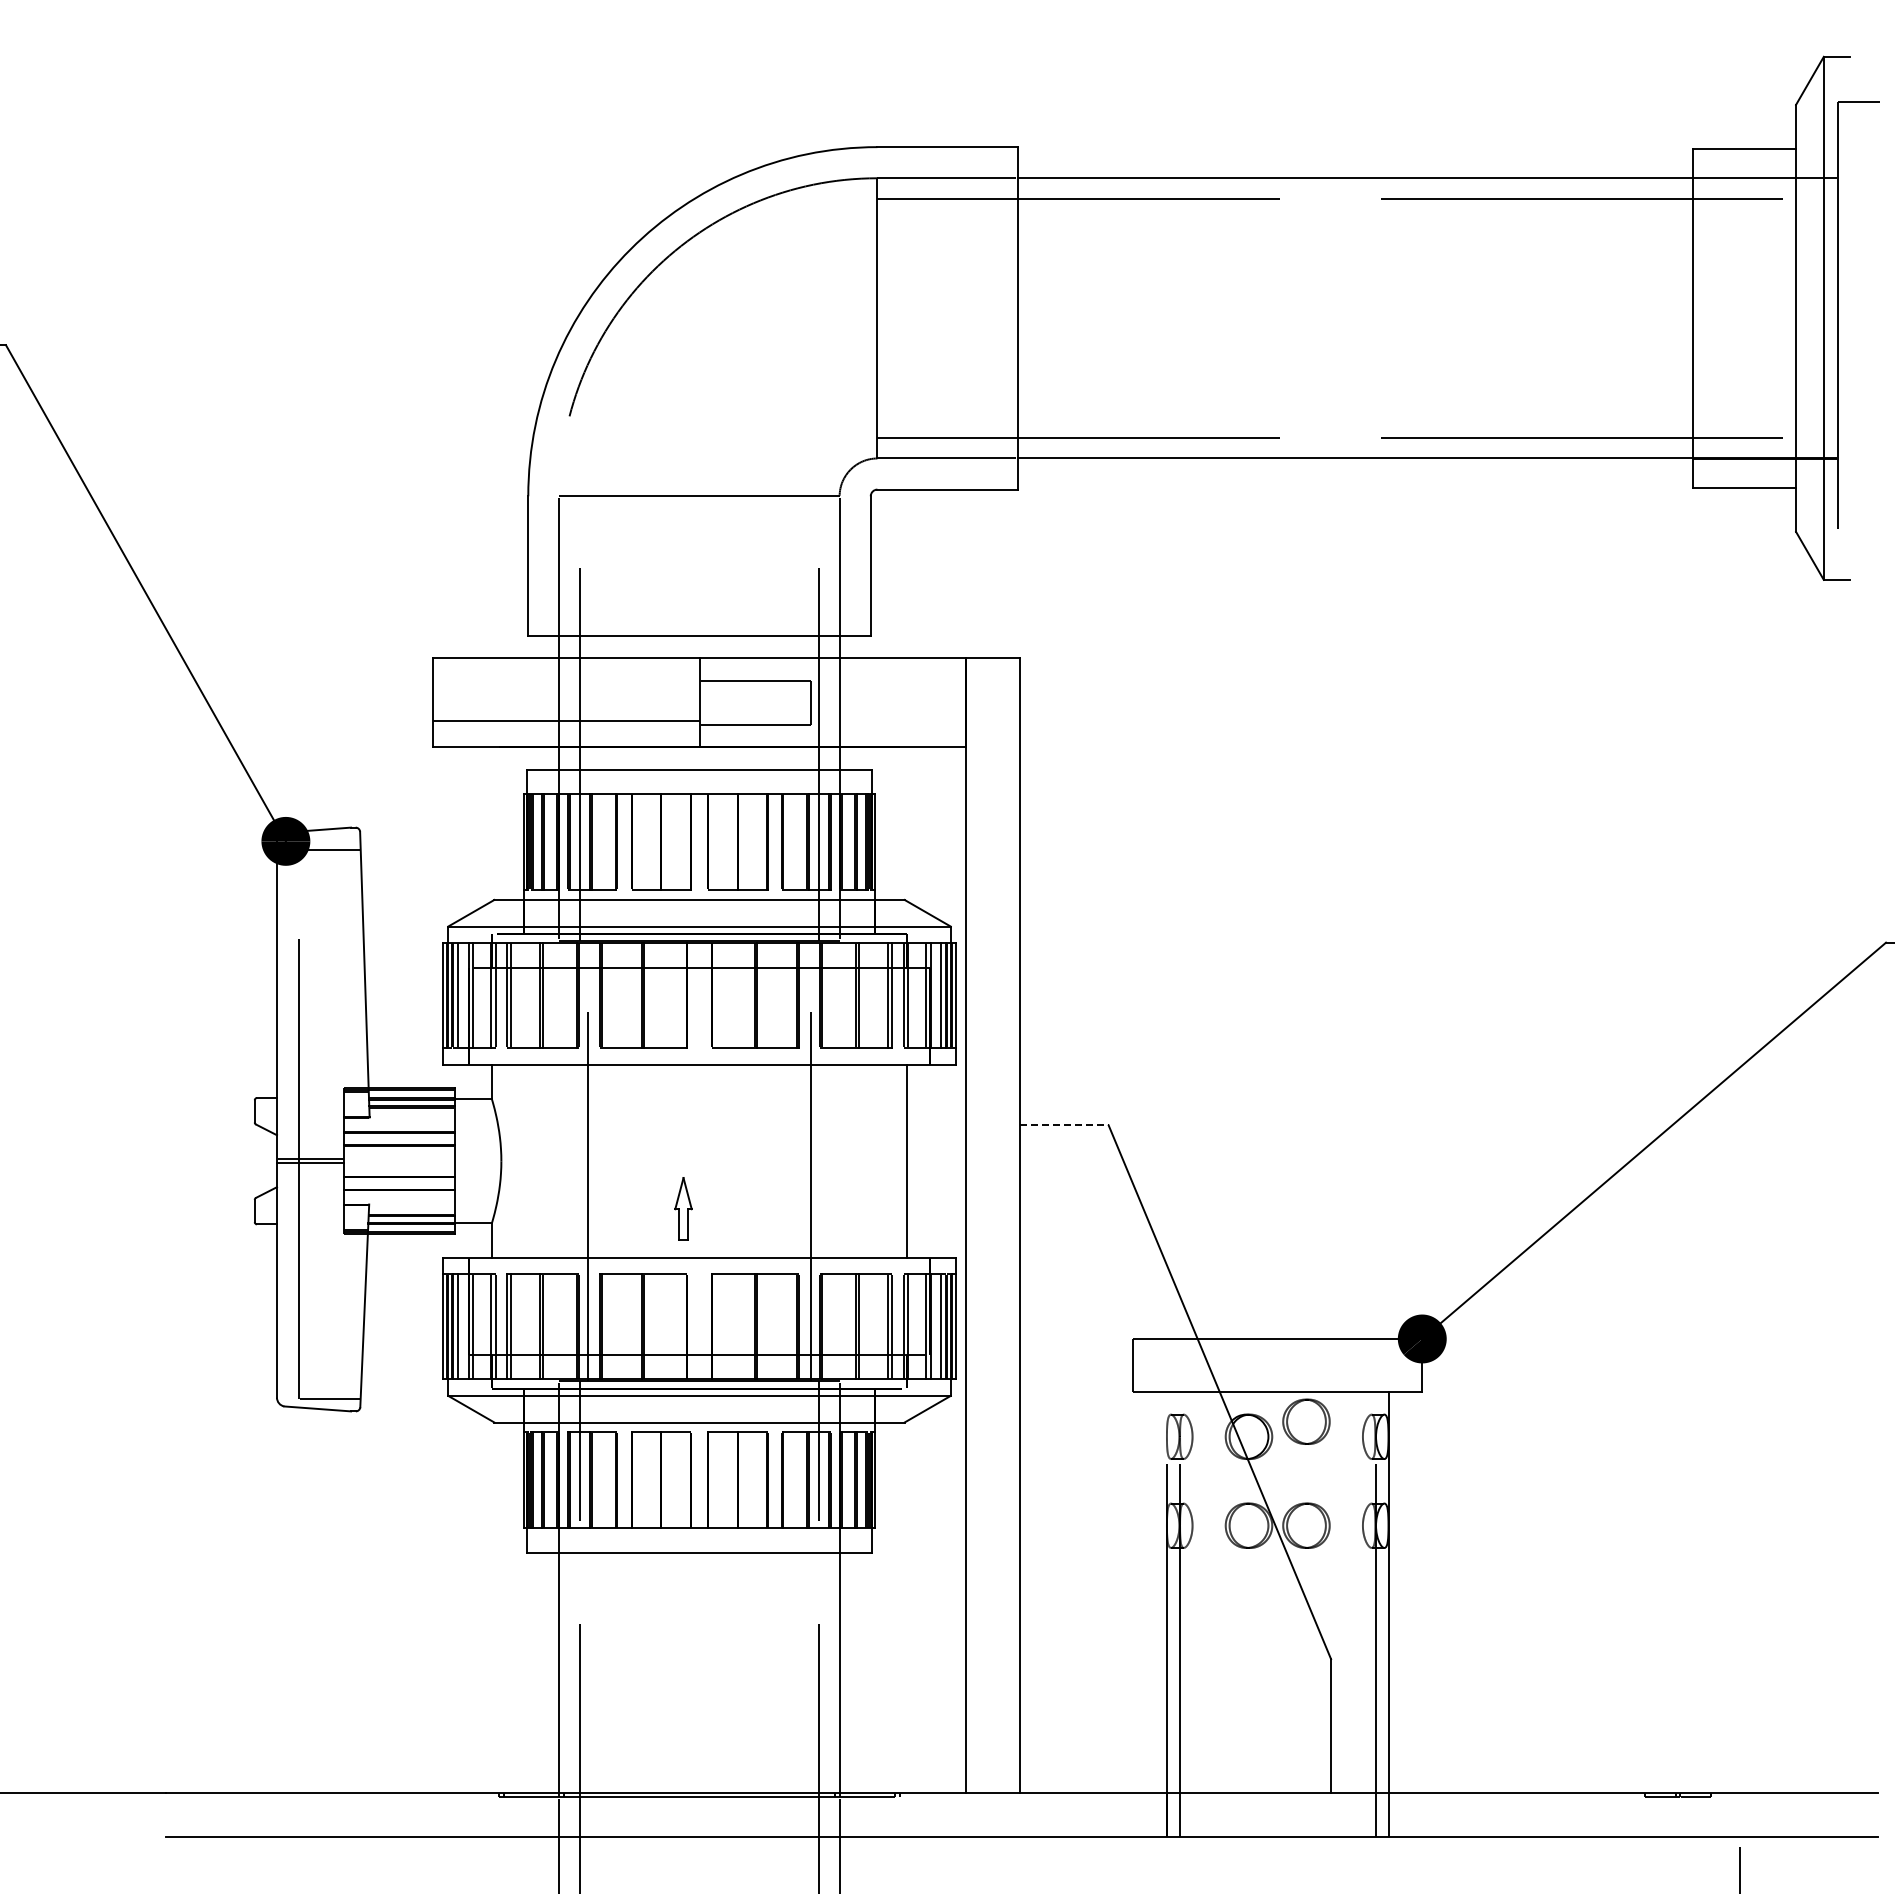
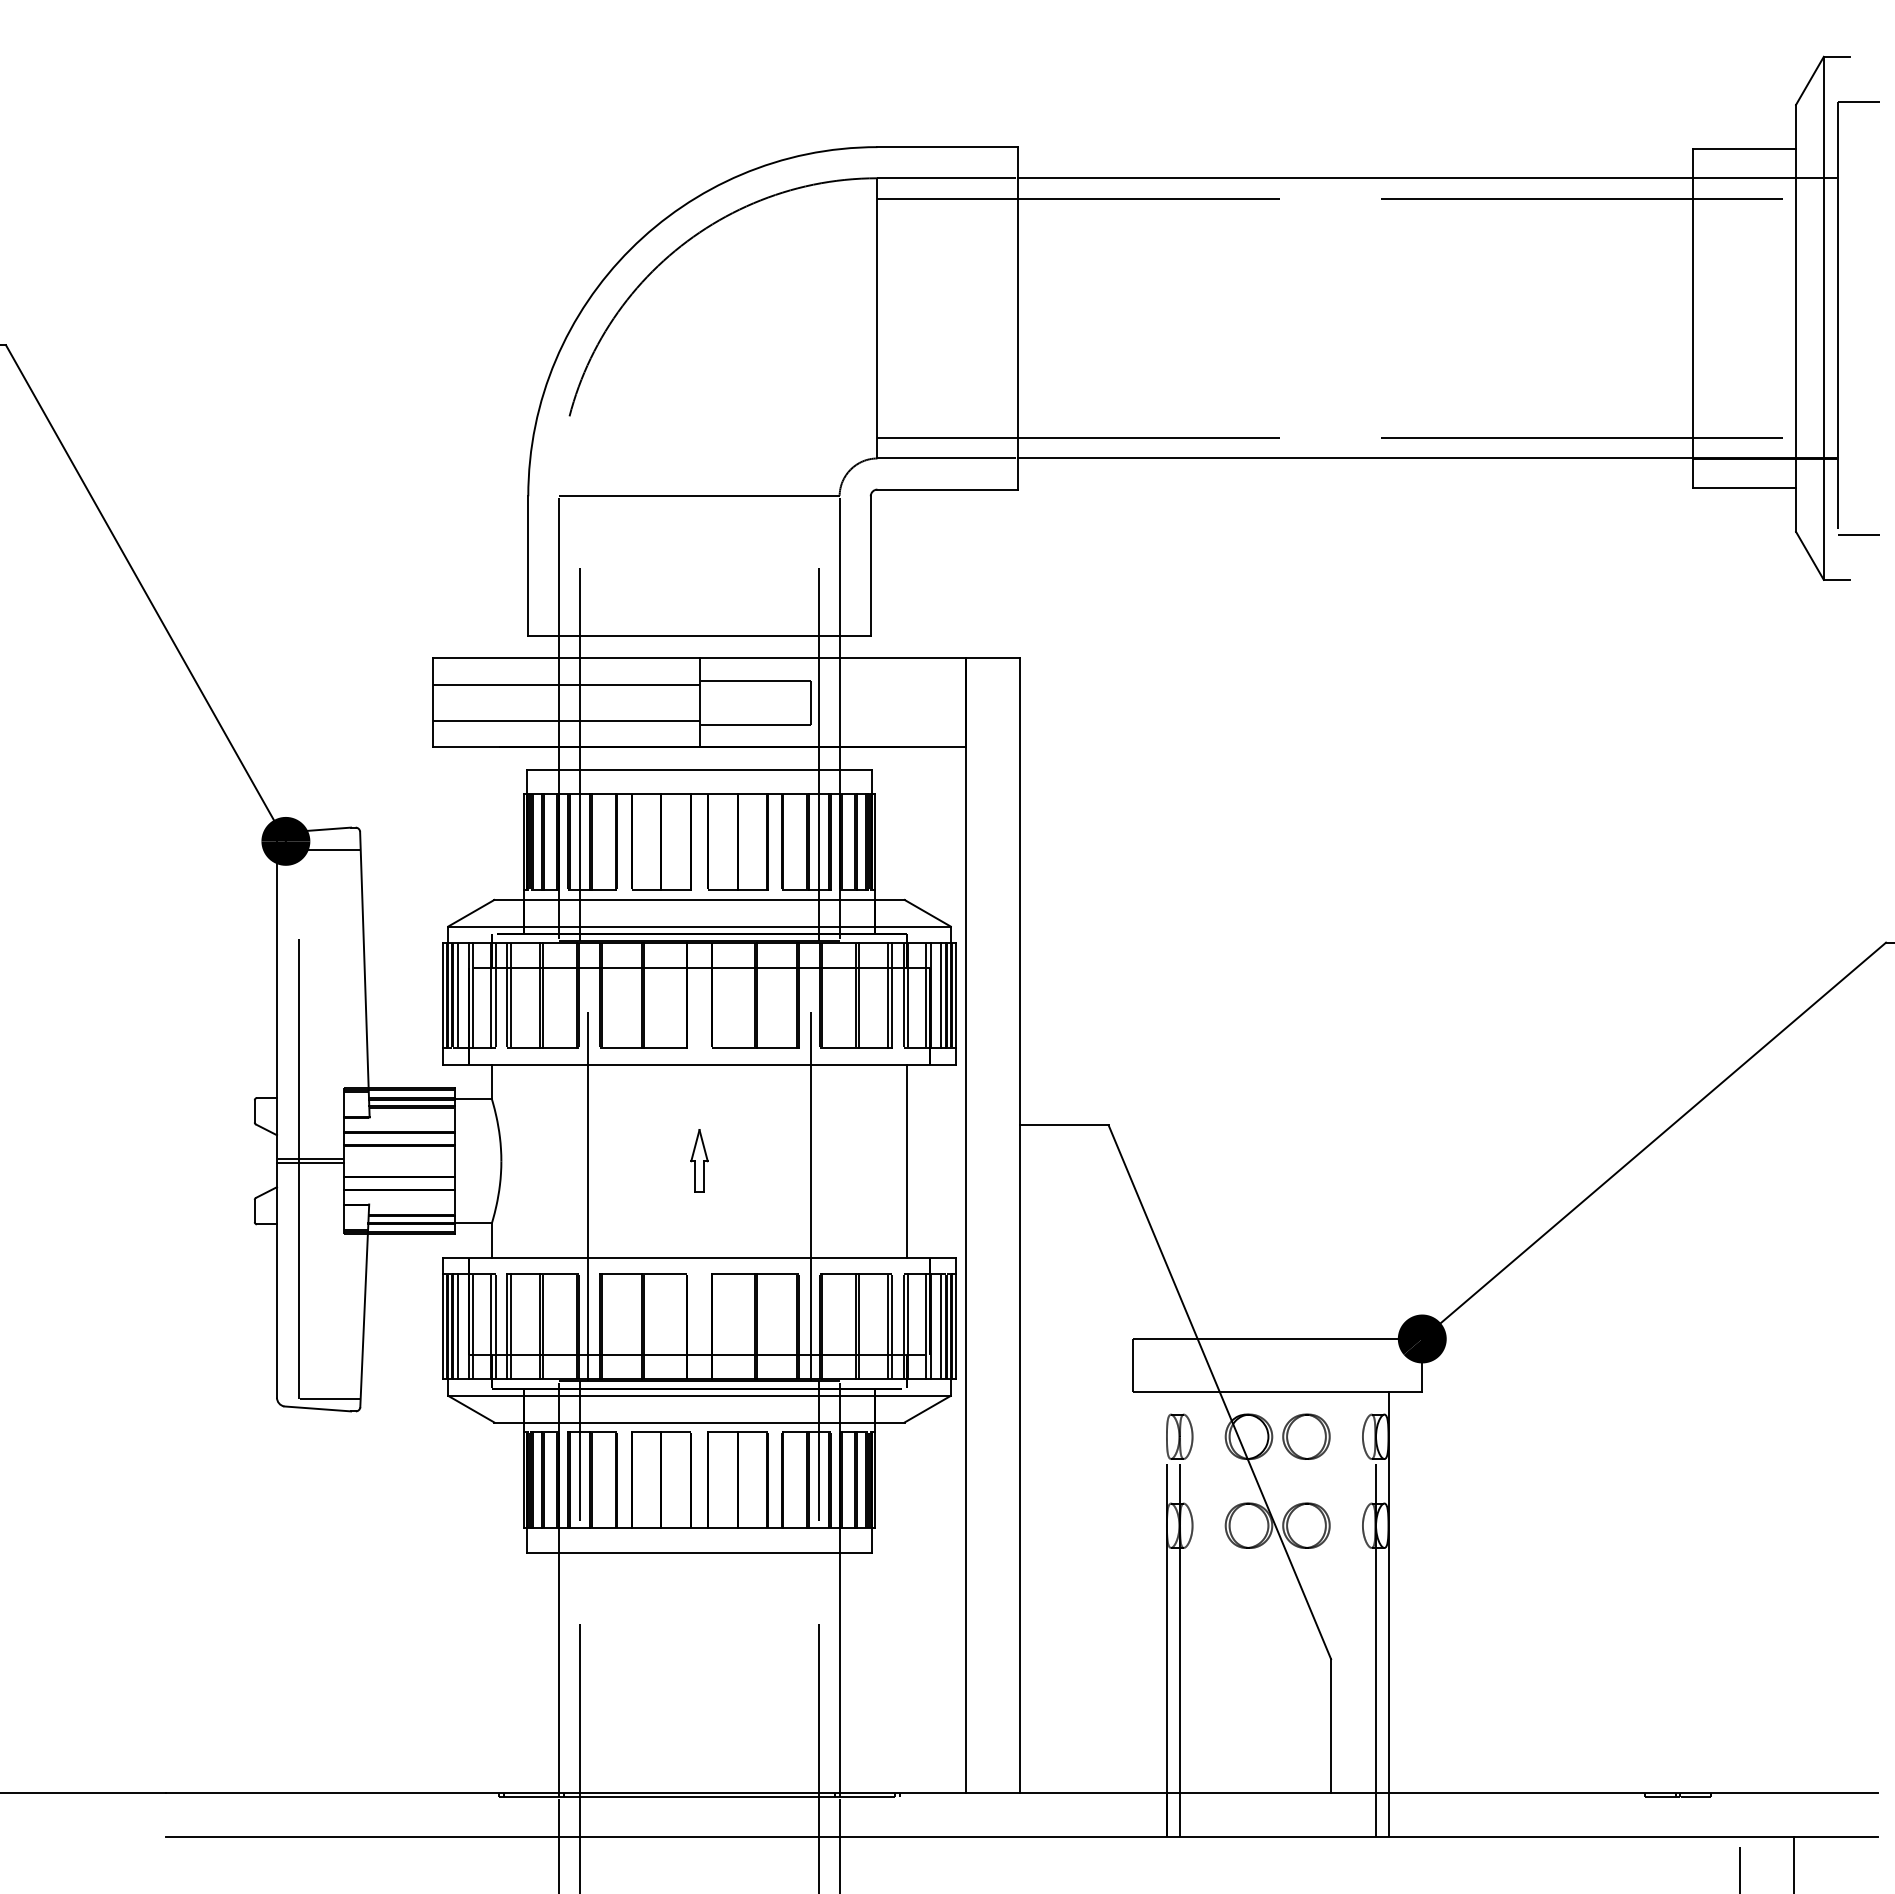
line at (1859, 534): none -> present
line at (565, 685): none -> present
line at (1064, 1125): dashed -> solid
part at (683, 1208) position: (683, 1208) -> (699, 1160)
part at (1306, 1421) position: (1306, 1421) -> (1306, 1436)
line at (1793, 1863): none -> present
